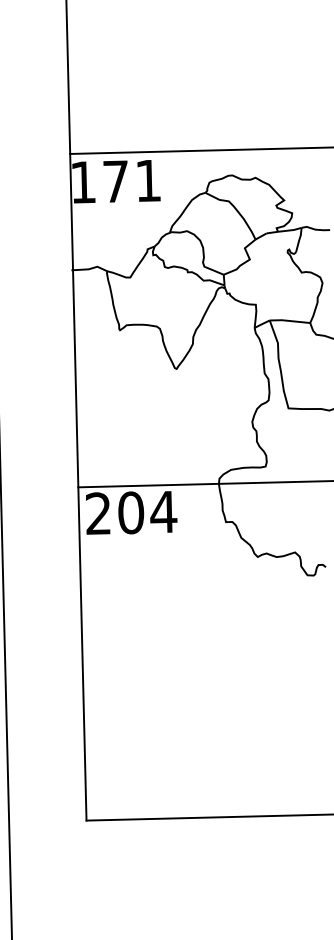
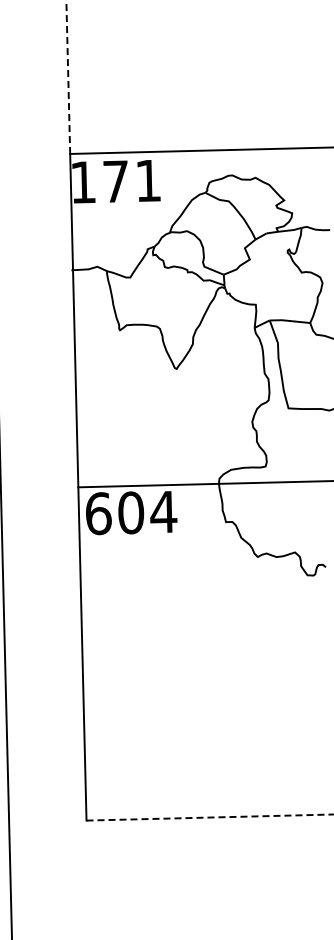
line at (68, 77): solid -> dashed
text at (98, 513): 204 -> 604
line at (210, 817): solid -> dashed
